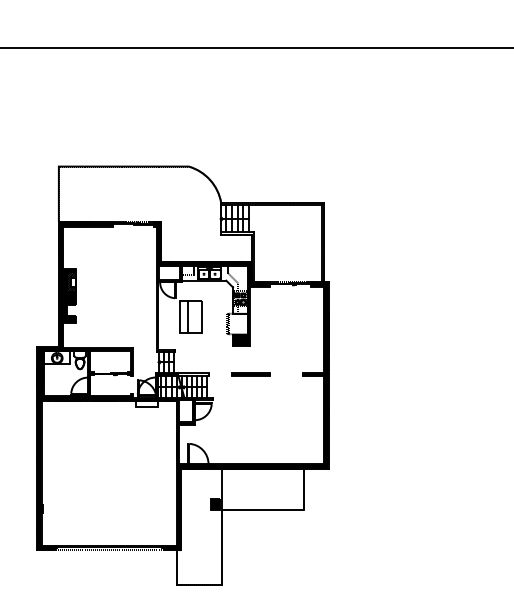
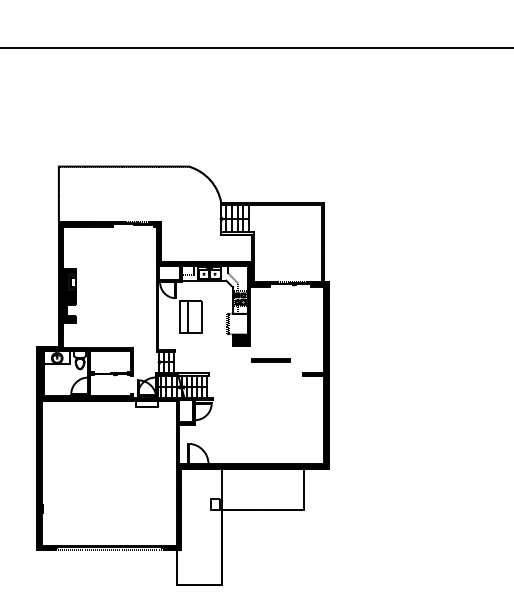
line at (250, 374) position: (250, 374) -> (270, 360)
fill at (215, 504): present -> none
